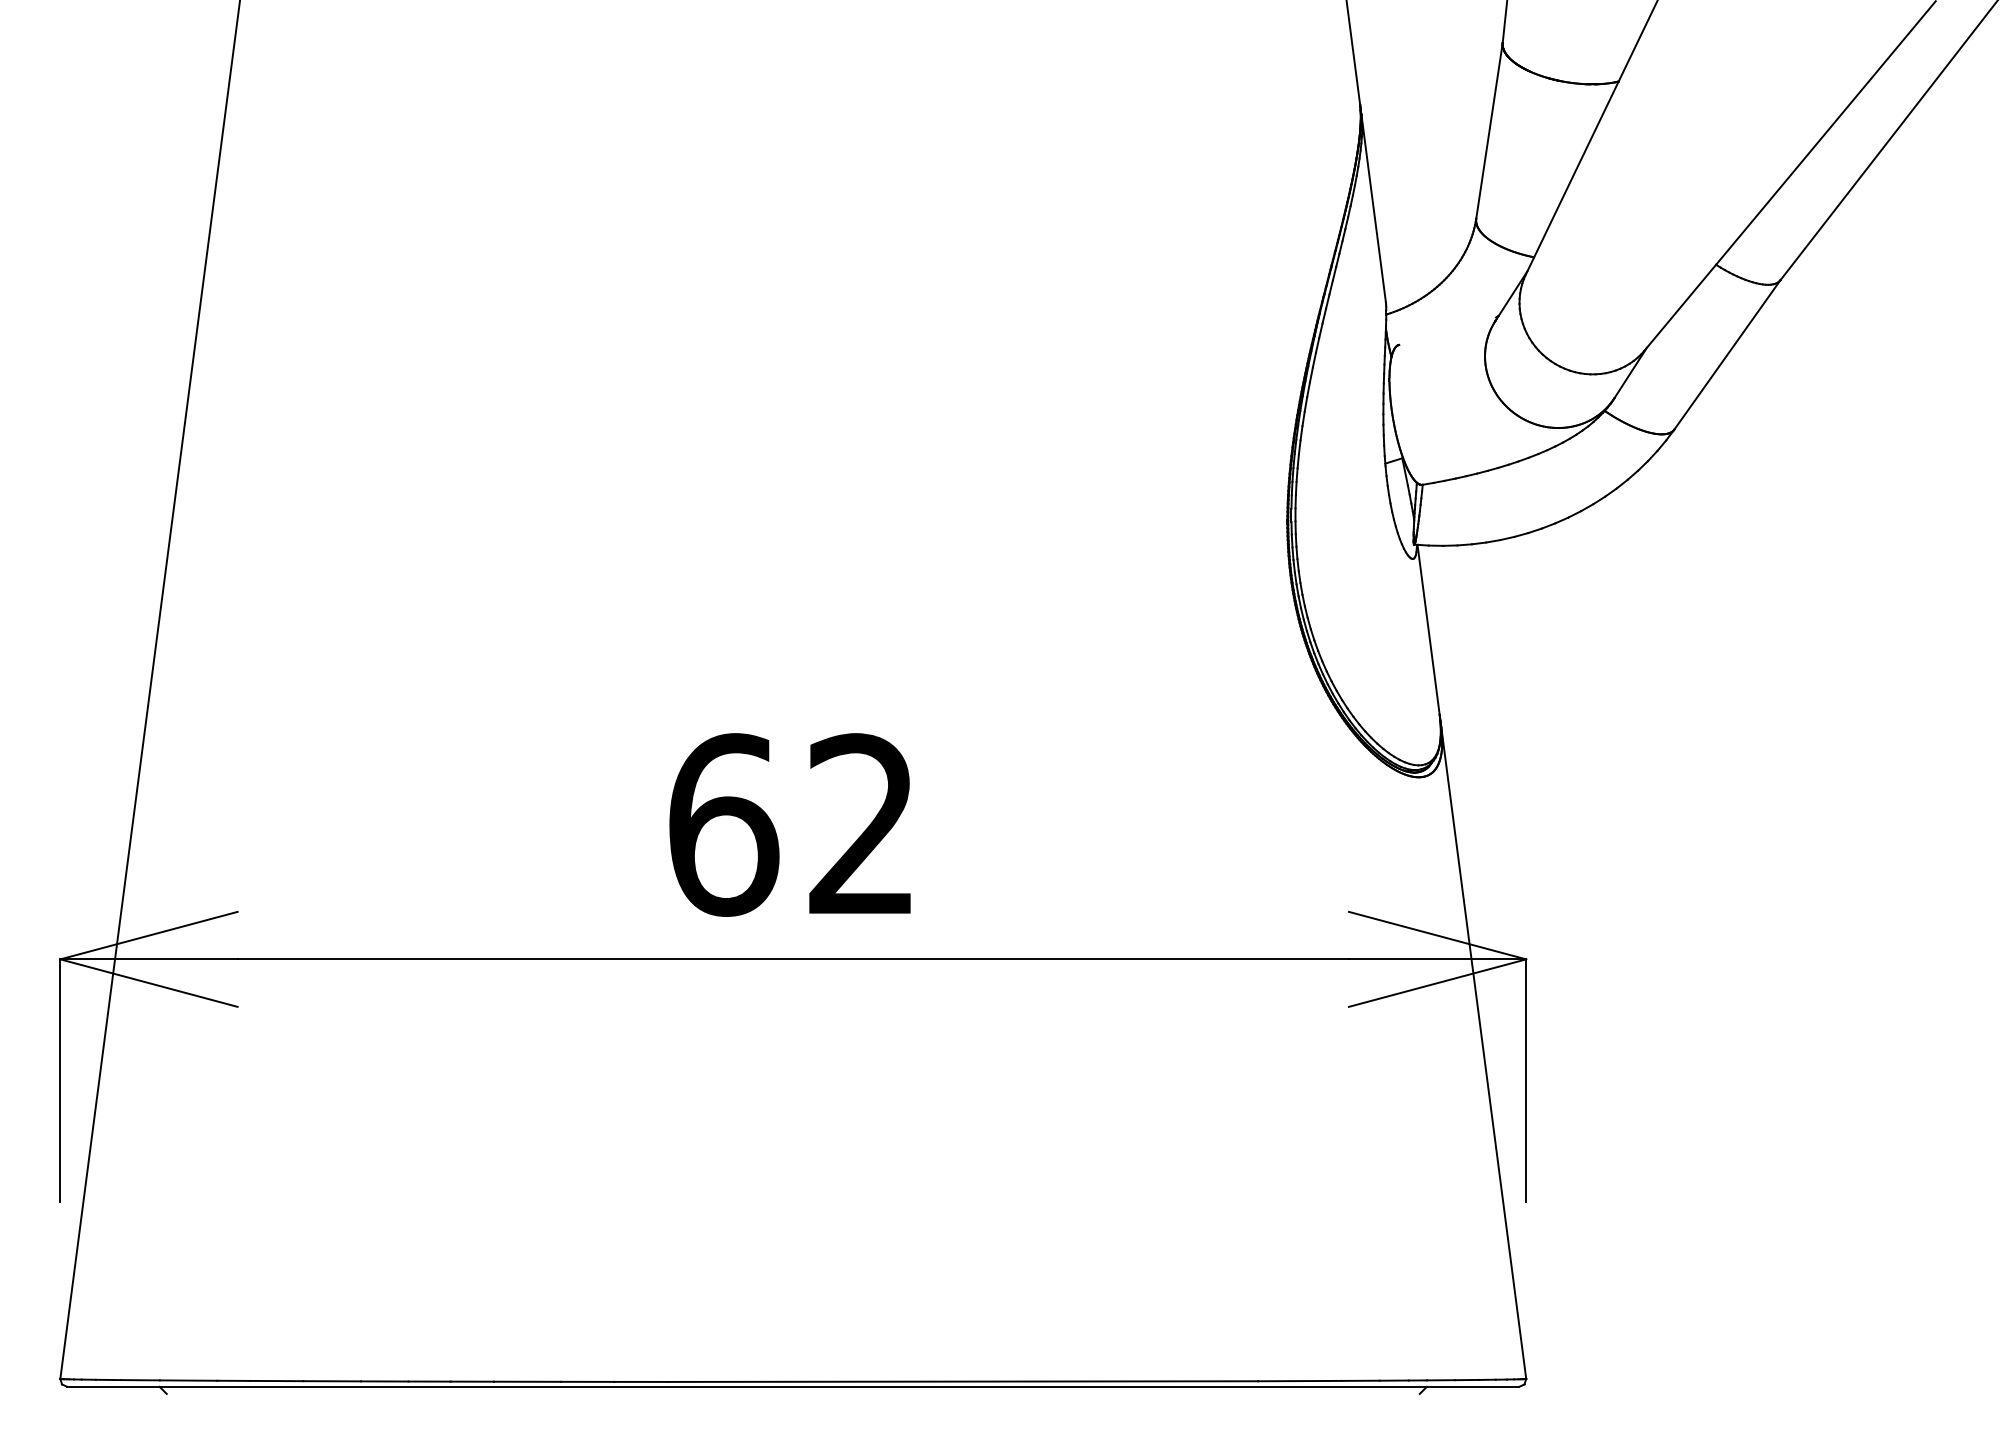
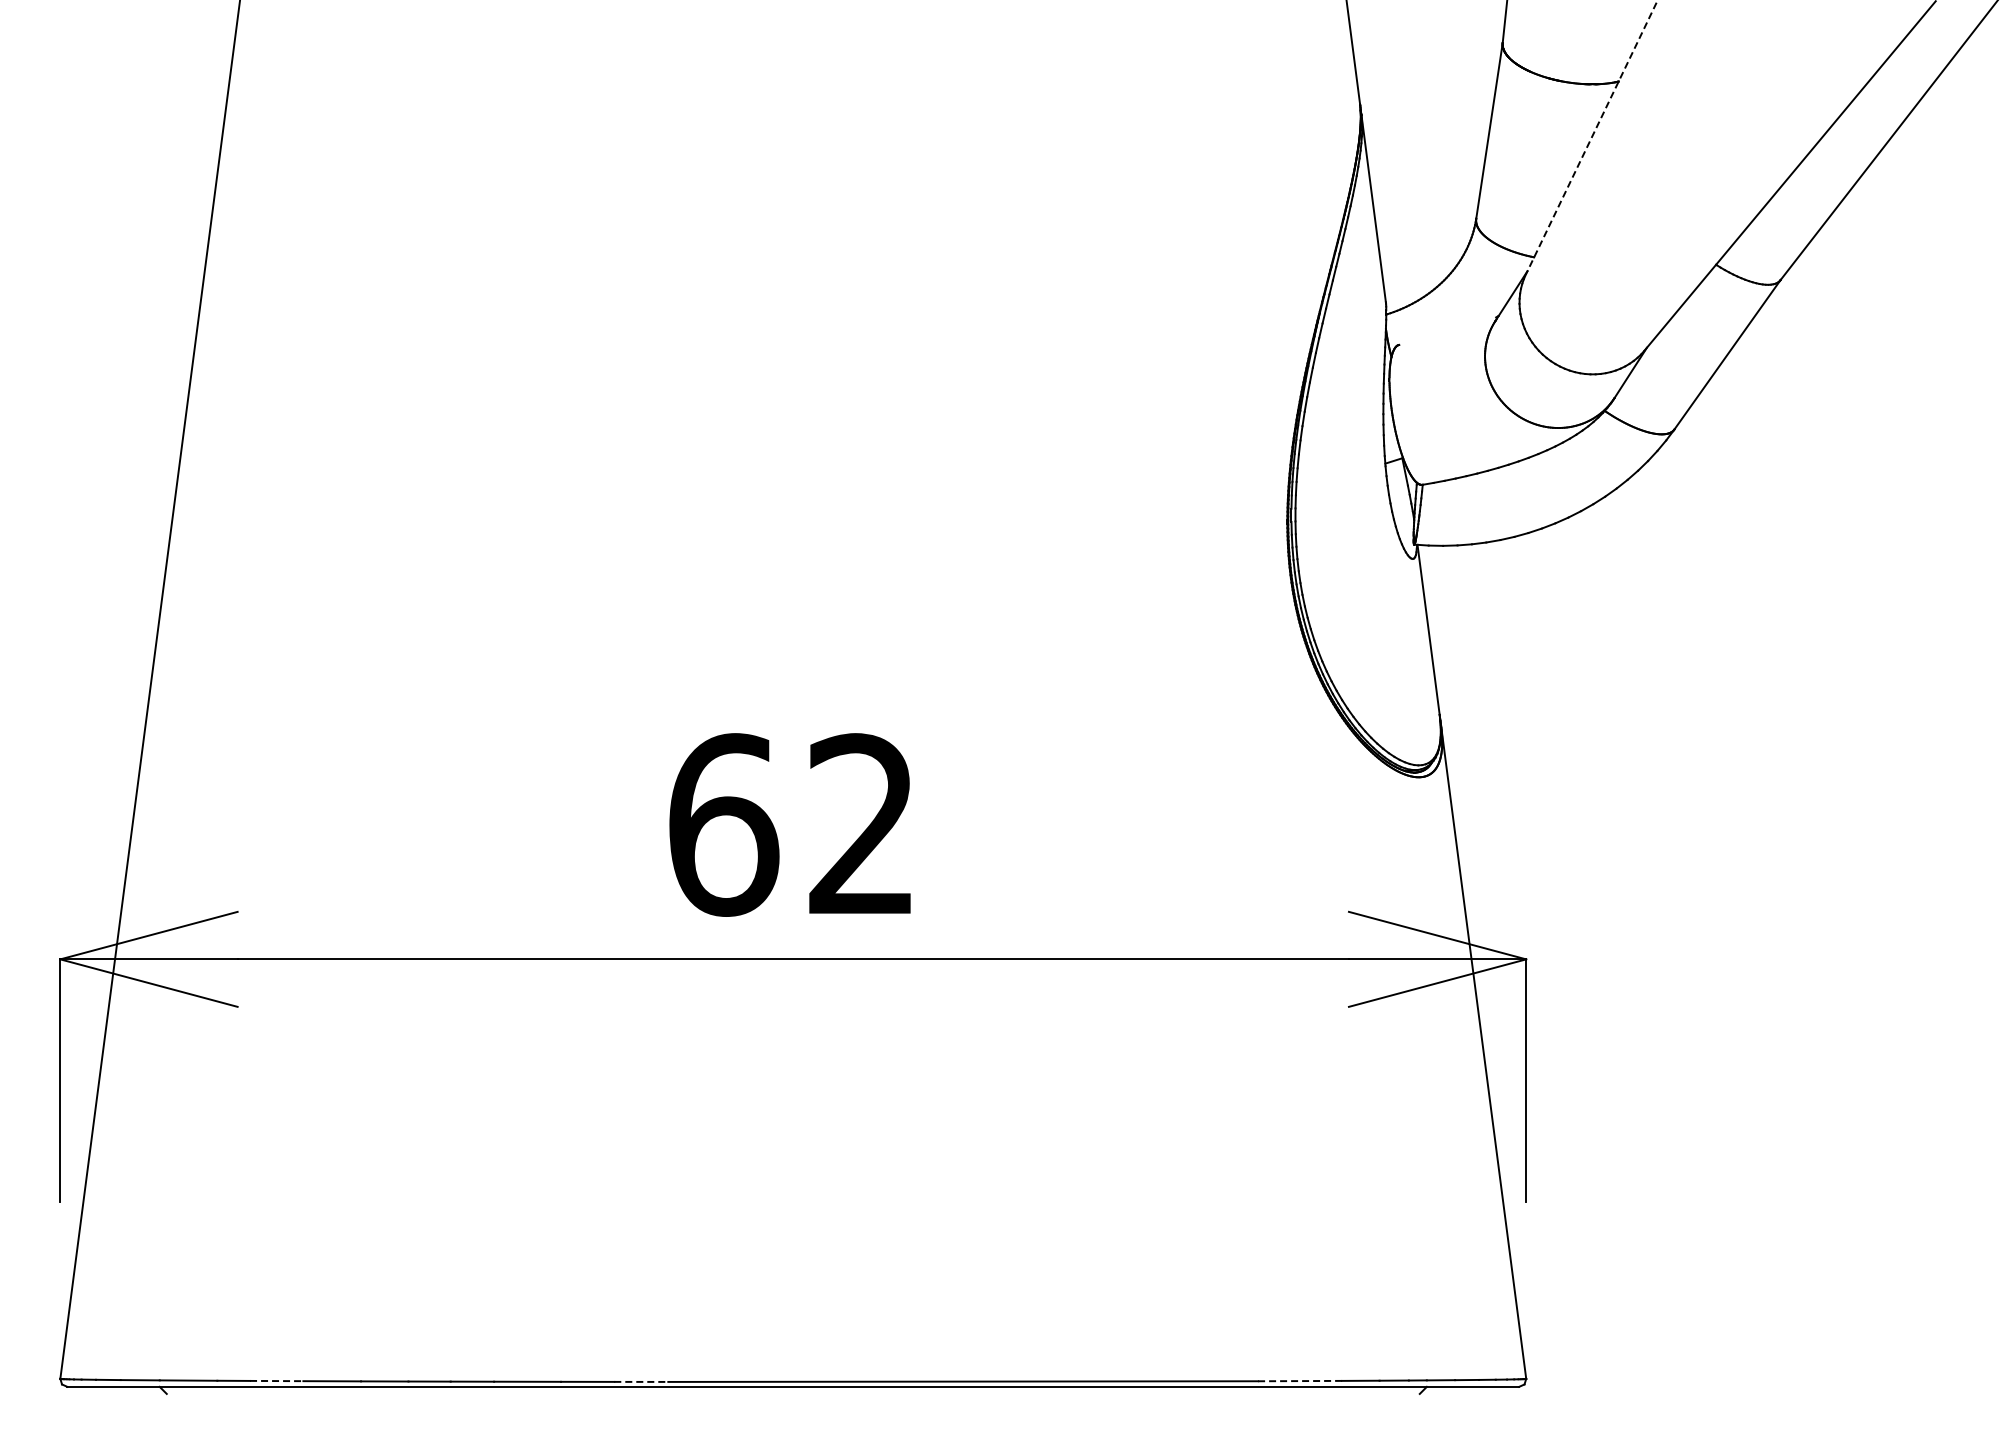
line at (1591, 137): solid -> dashed
line at (276, 1381): solid -> dashed
line at (641, 1381): solid -> dashed
line at (1300, 1381): solid -> dashed
